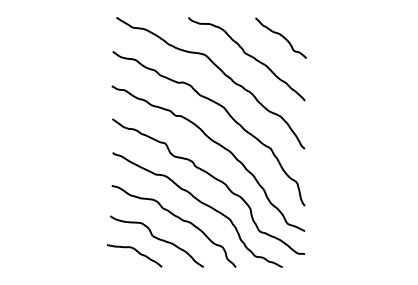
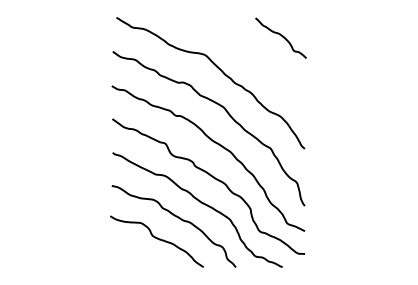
curve at (248, 56): present -> none
curve at (137, 252): present -> none
